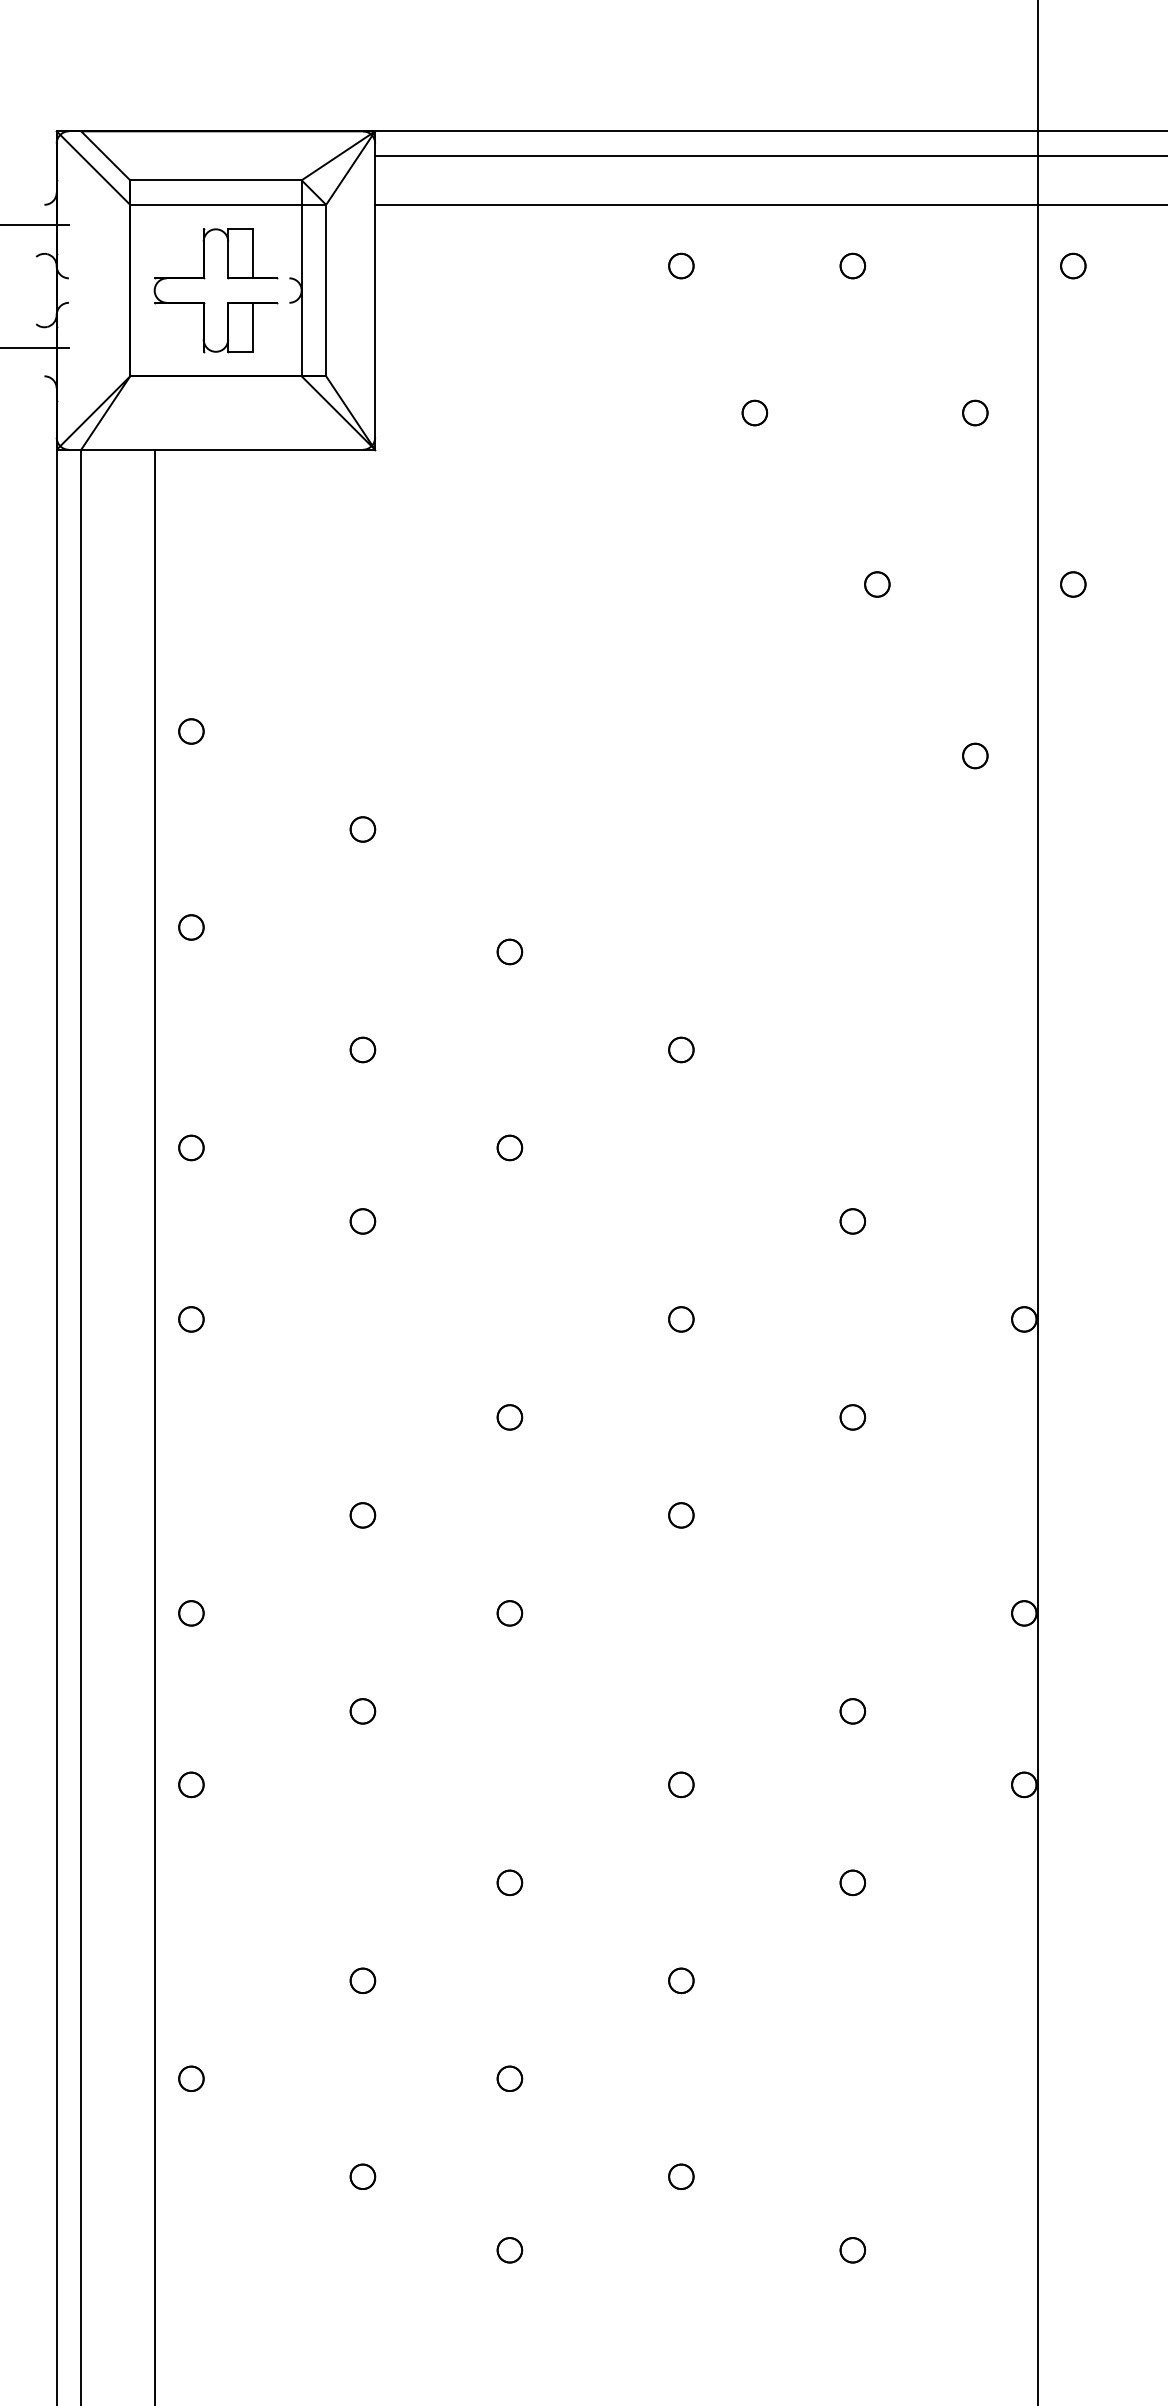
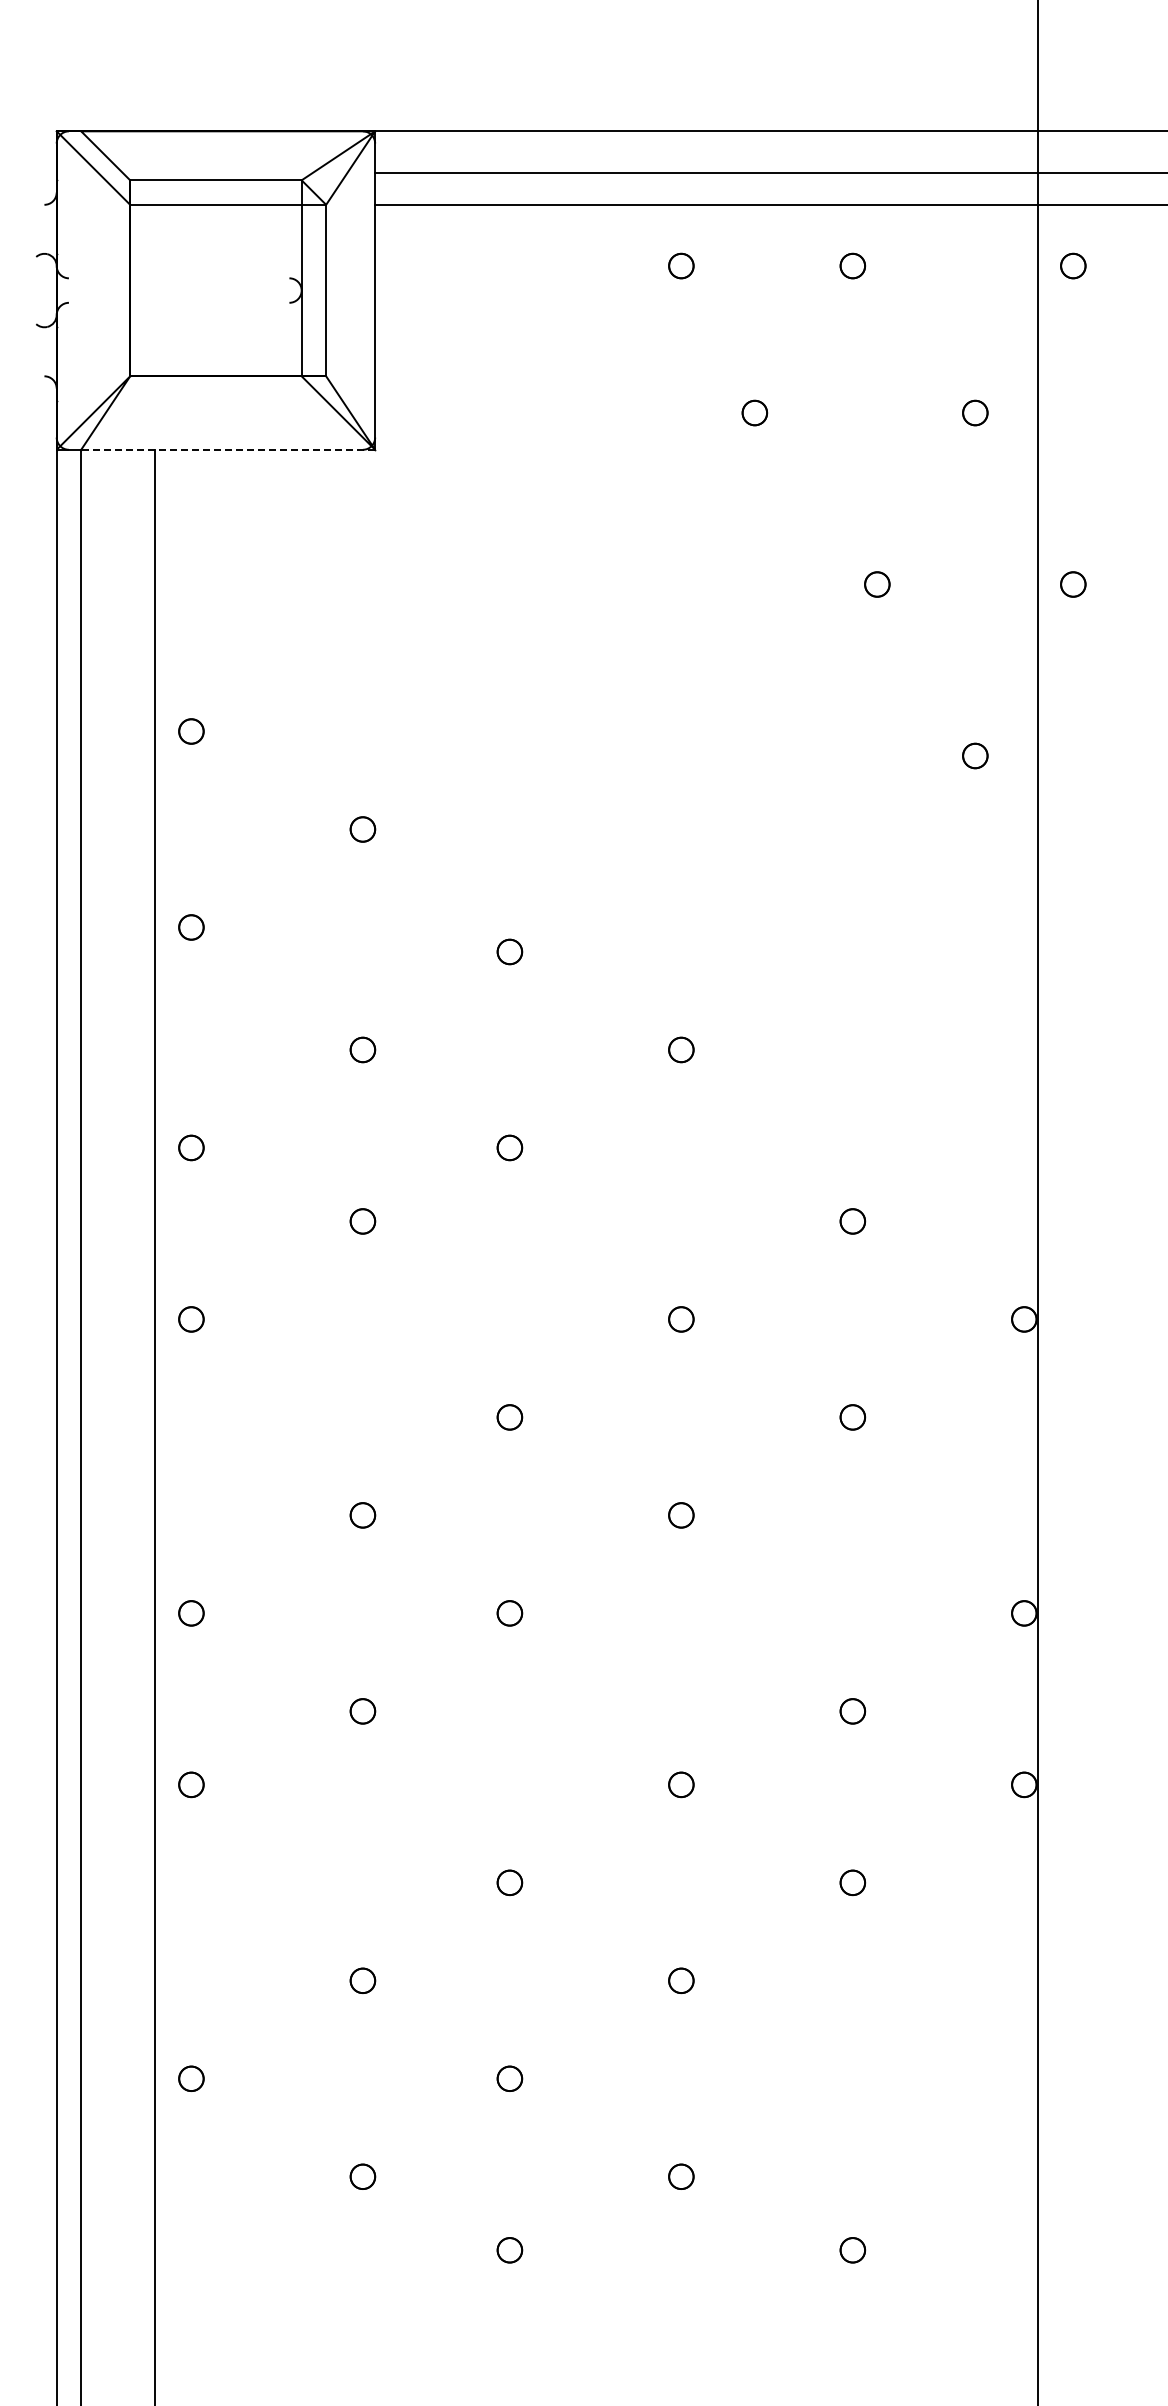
line at (769, 155) position: (769, 155) -> (769, 172)
line at (35, 225): present -> none
part at (204, 279): present -> none
line at (35, 347): present -> none
line at (228, 449): solid -> dashed
